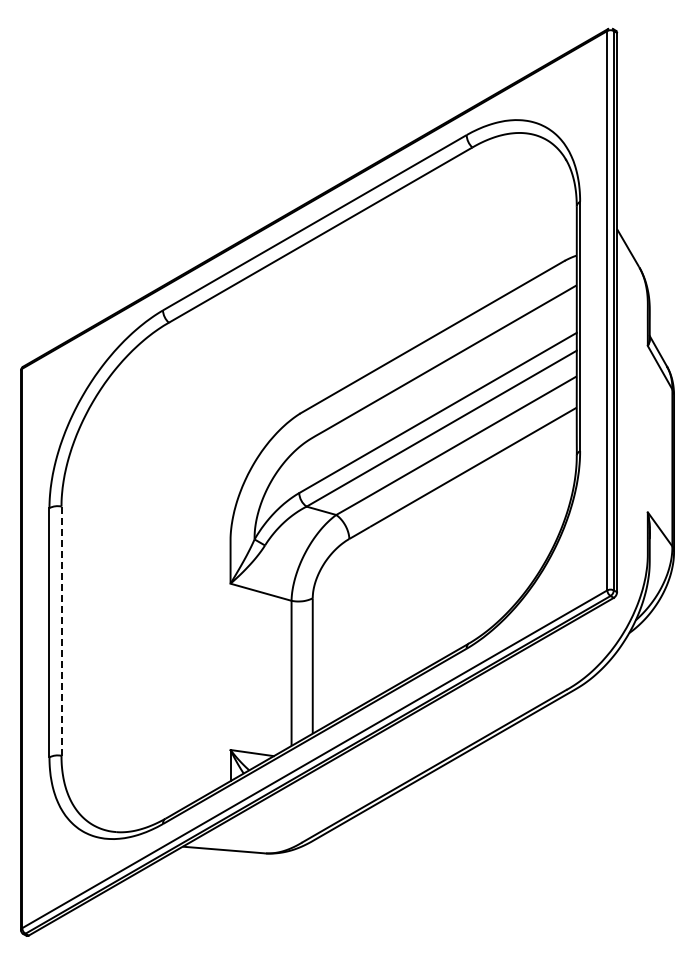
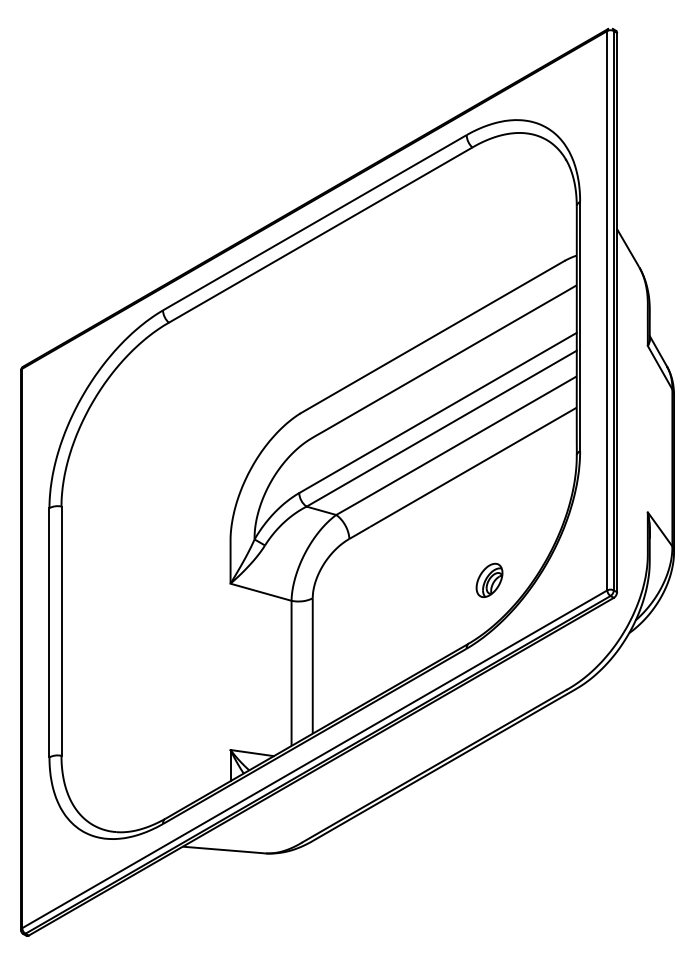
part at (489, 579): none -> present
line at (61, 631): dashed -> solid
